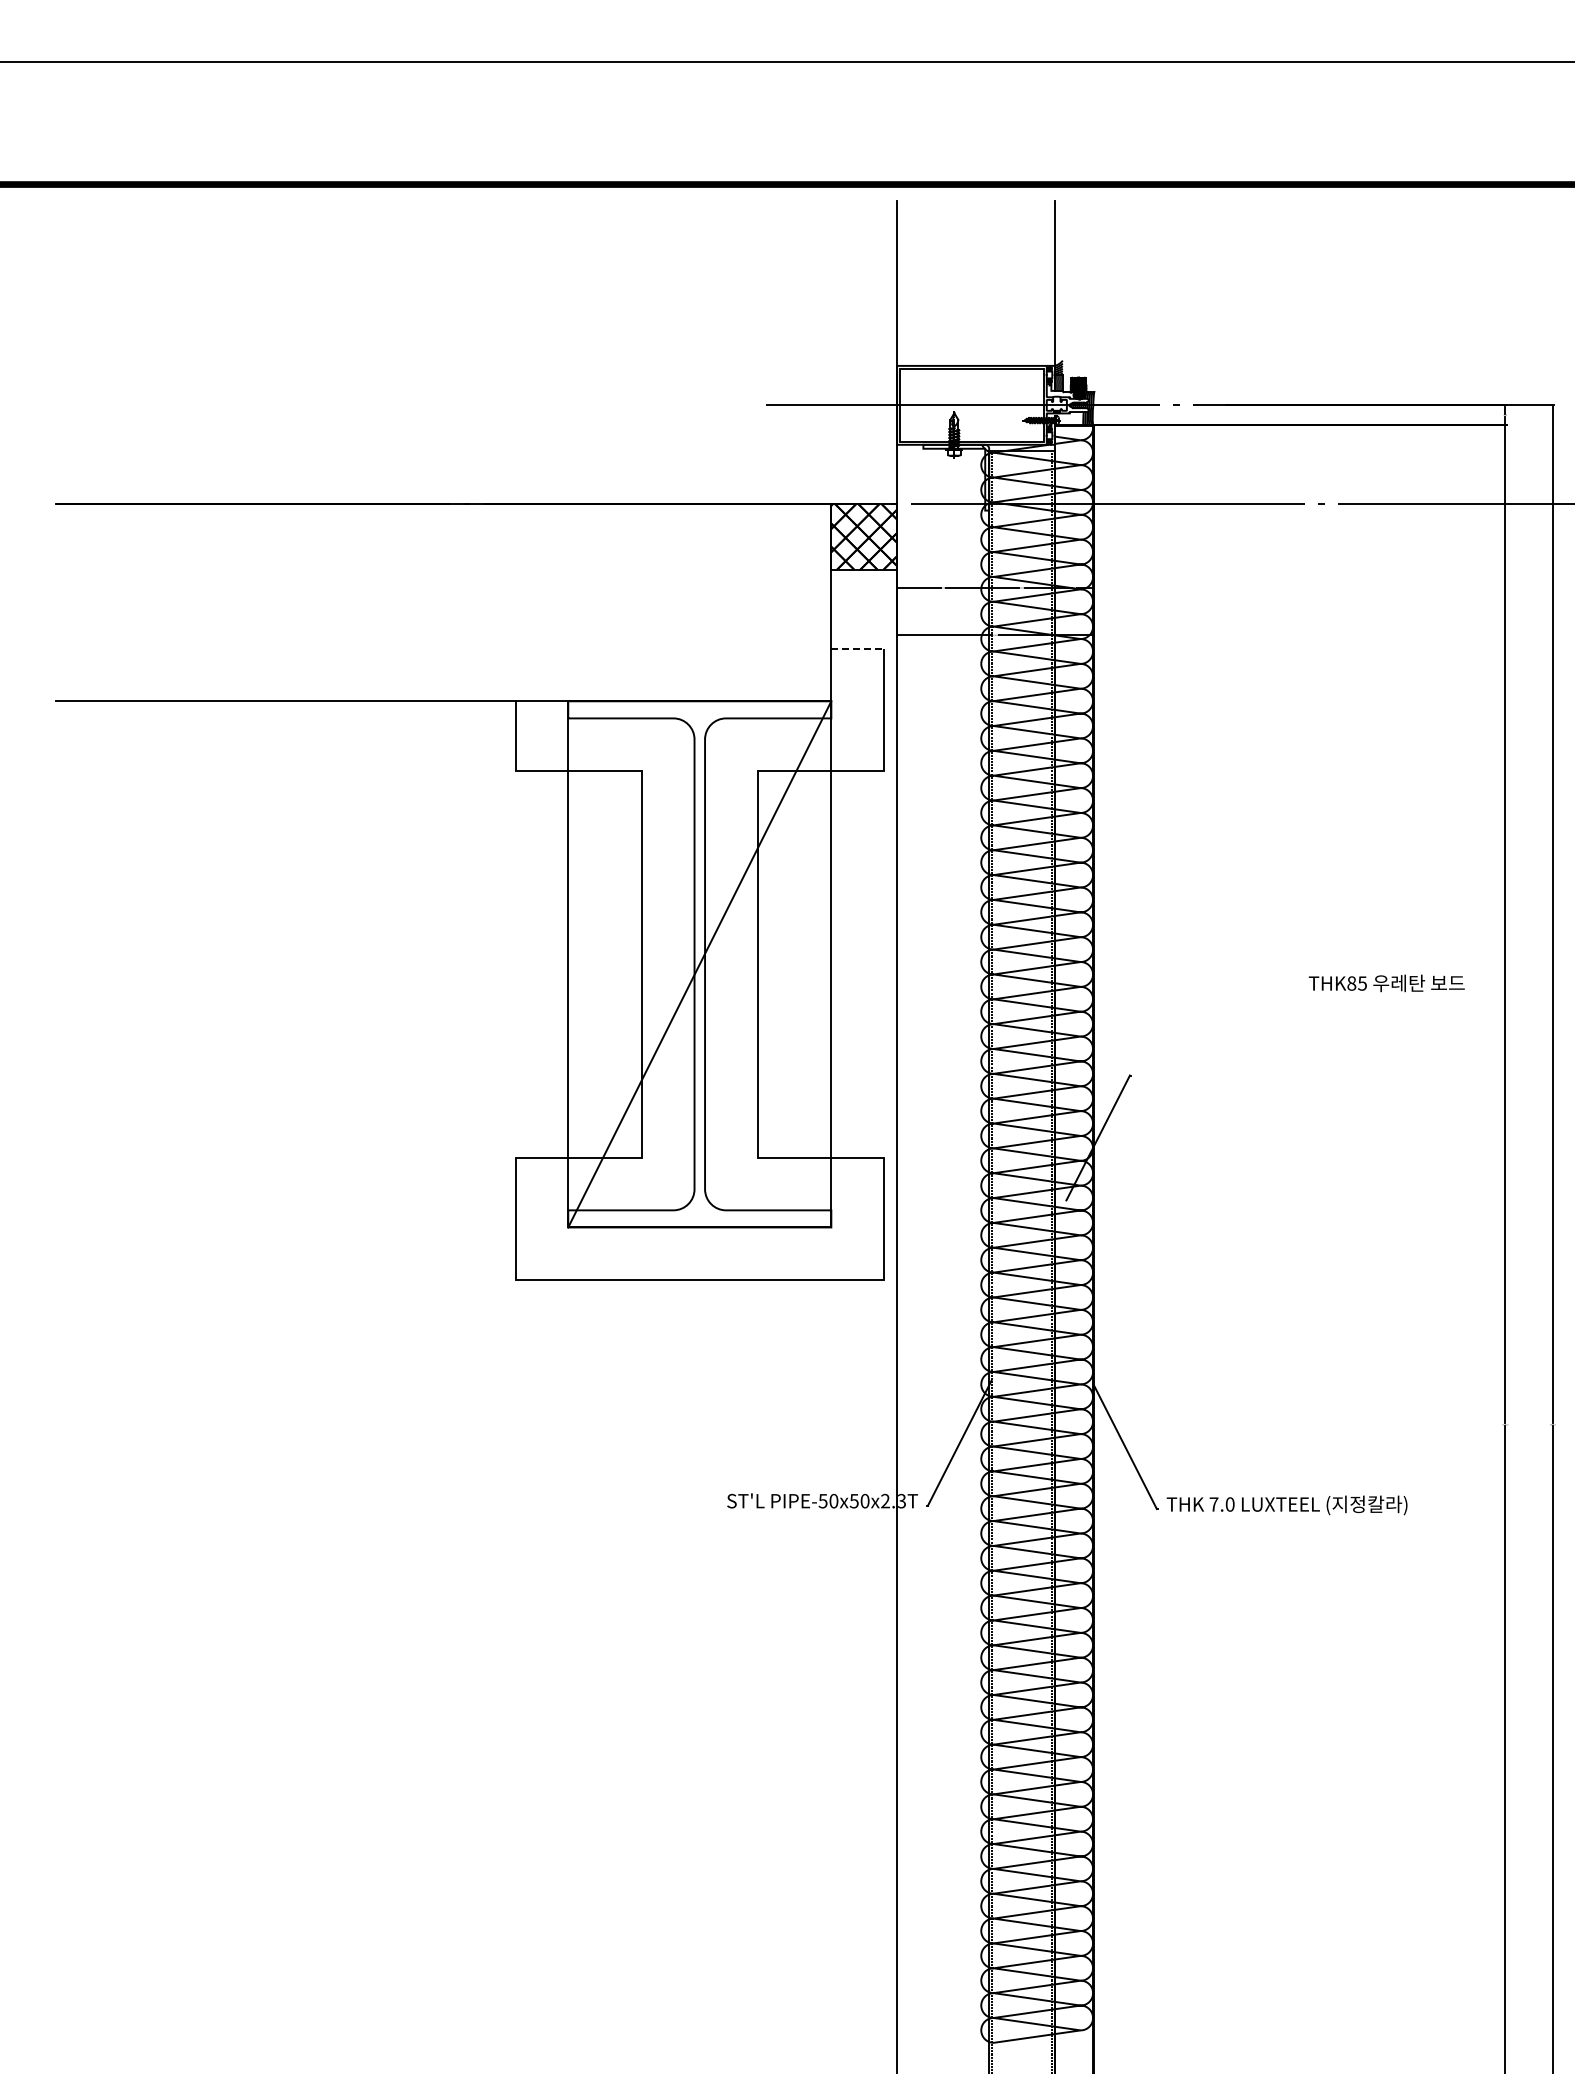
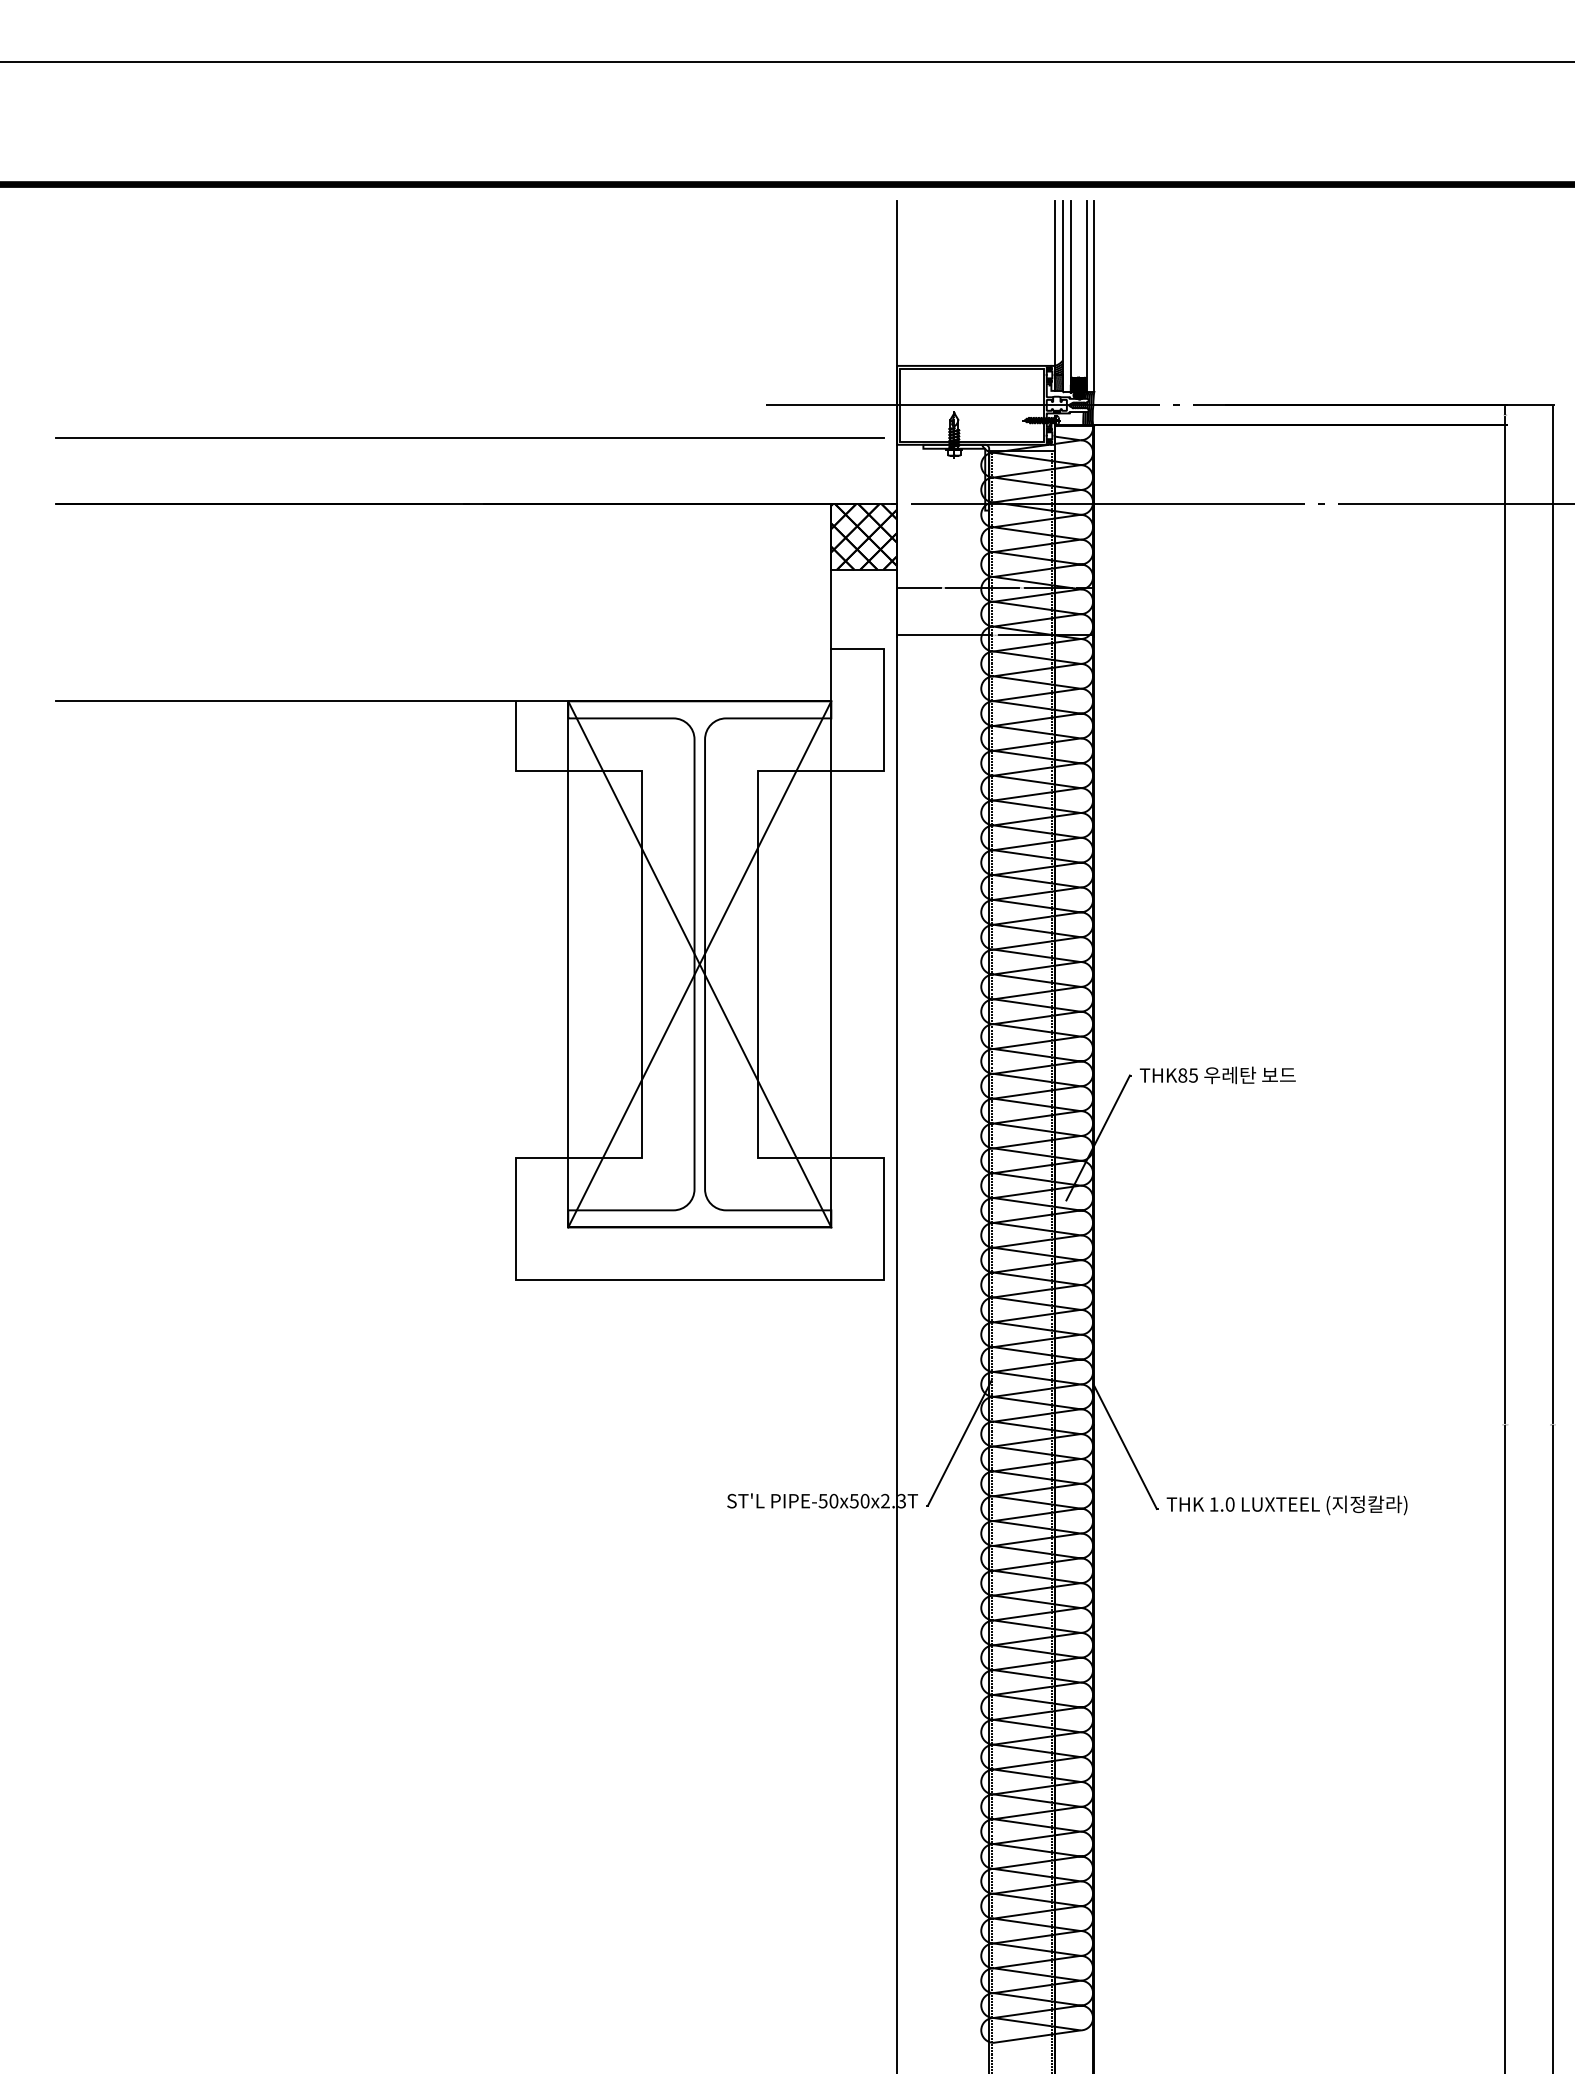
line at (1062, 295): none -> present
line at (1070, 296): none -> present
line at (1086, 296): none -> present
line at (1094, 296): none -> present
line at (469, 438): none -> present
line at (858, 648): dashed -> solid
line at (699, 964): none -> present
text at (1386, 983) position: (1386, 983) -> (1217, 1075)
text at (1213, 1504): 7.0 -> 1.0
